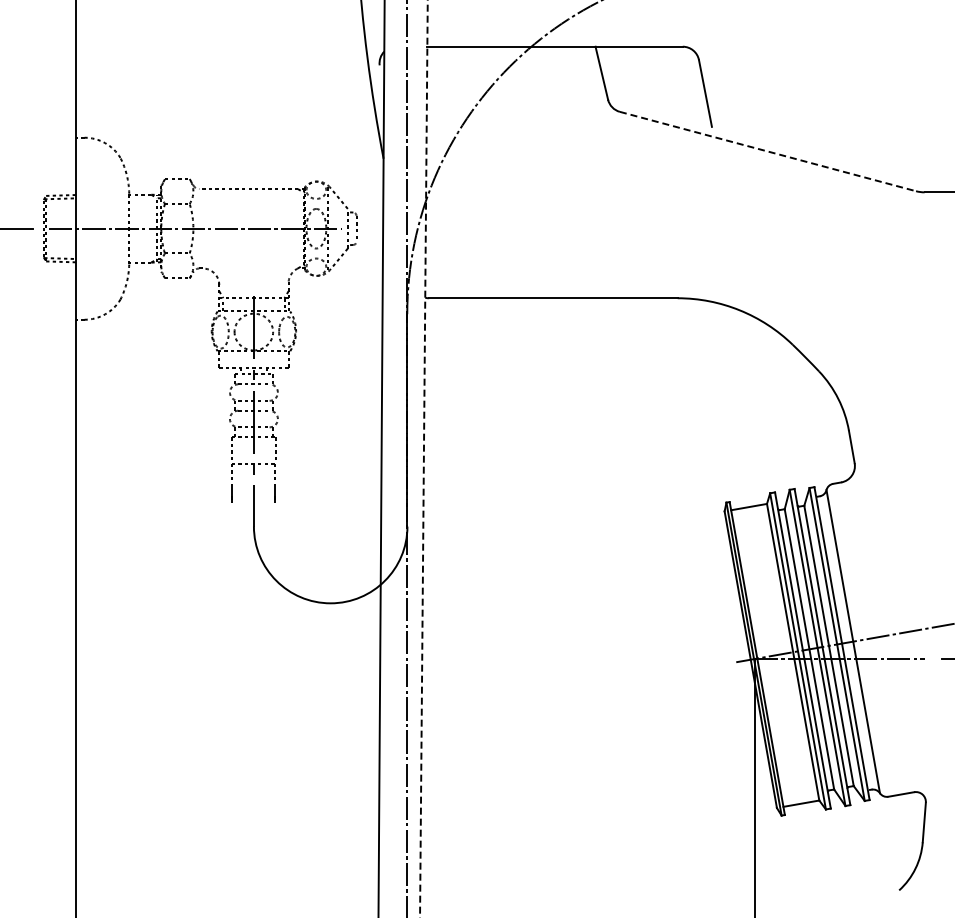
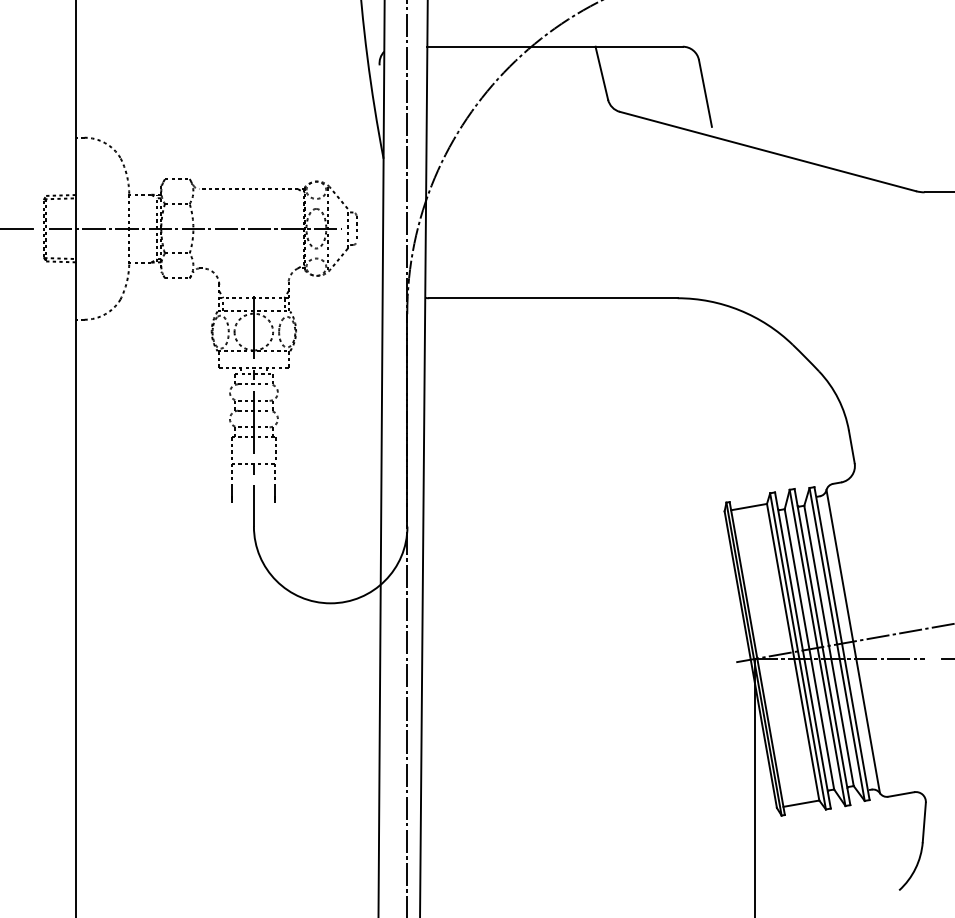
line at (768, 151): dashed -> solid
line at (423, 459): dashed -> solid
